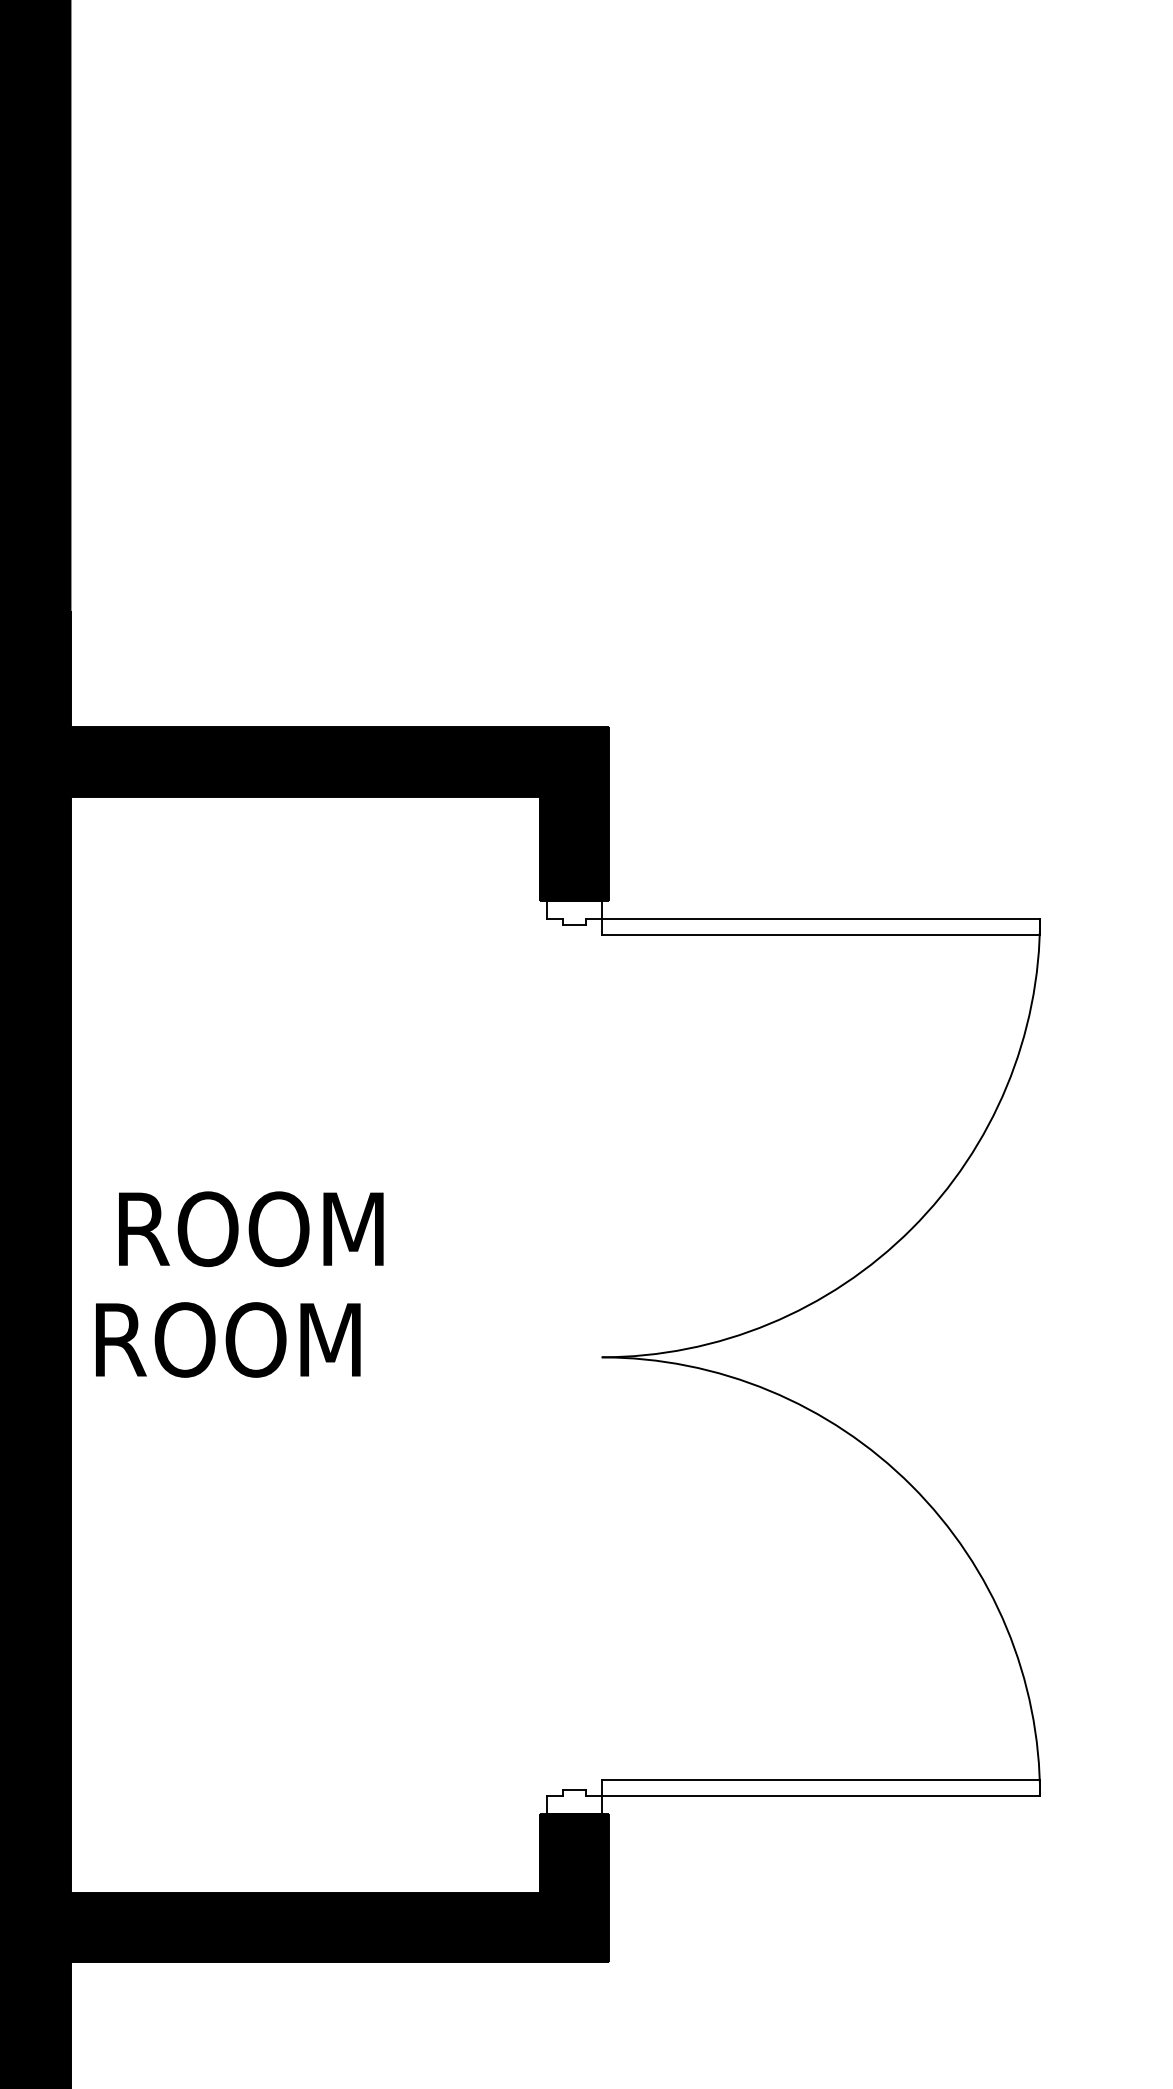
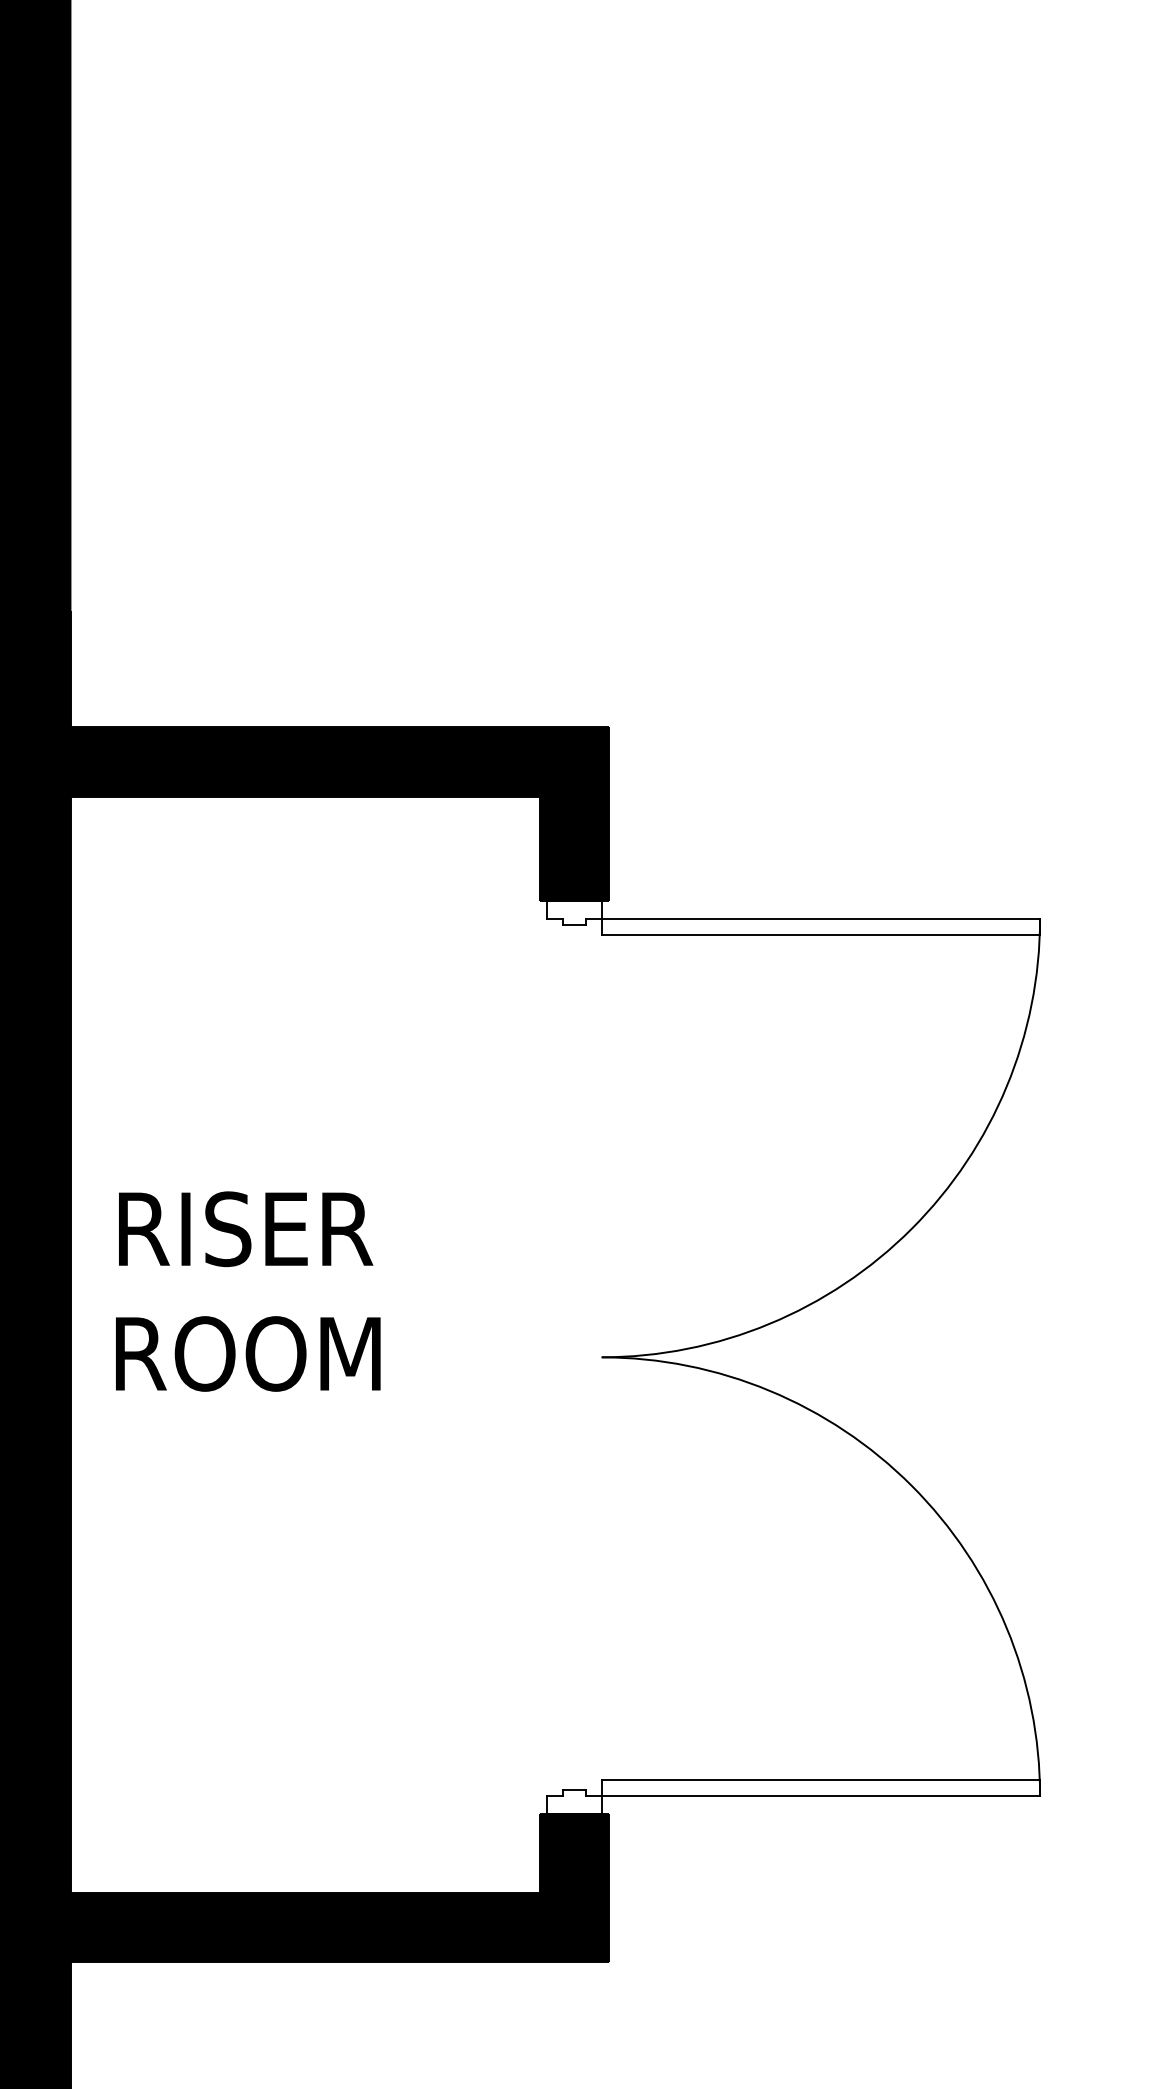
text at (280, 1229): ROOM -> RISER
text at (228, 1339) position: (228, 1339) -> (248, 1353)
